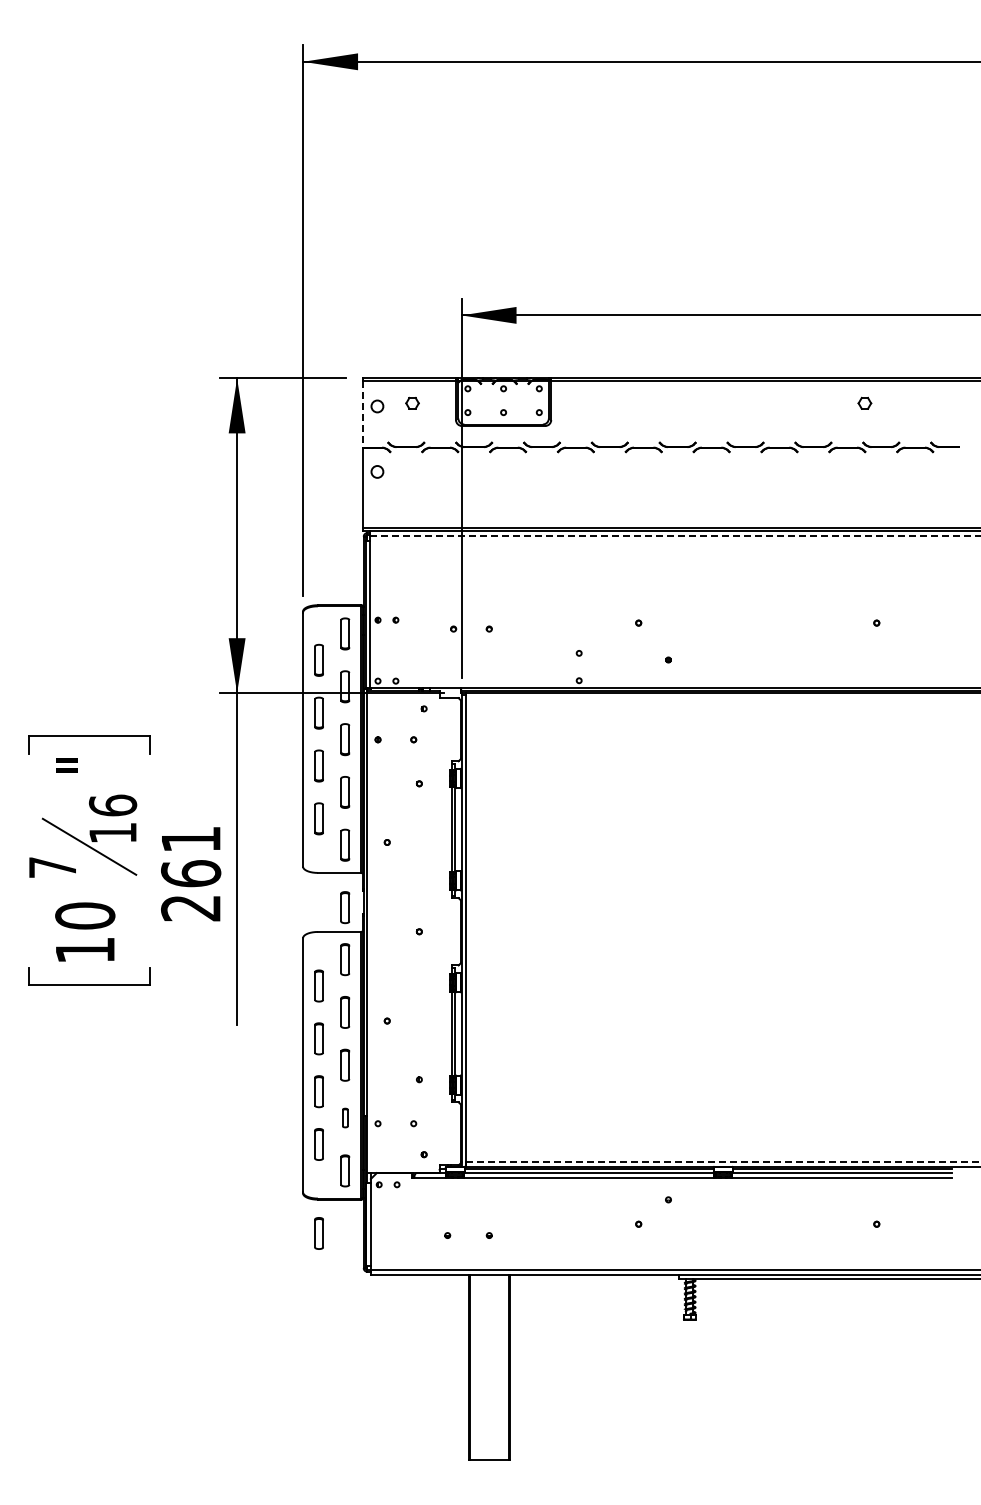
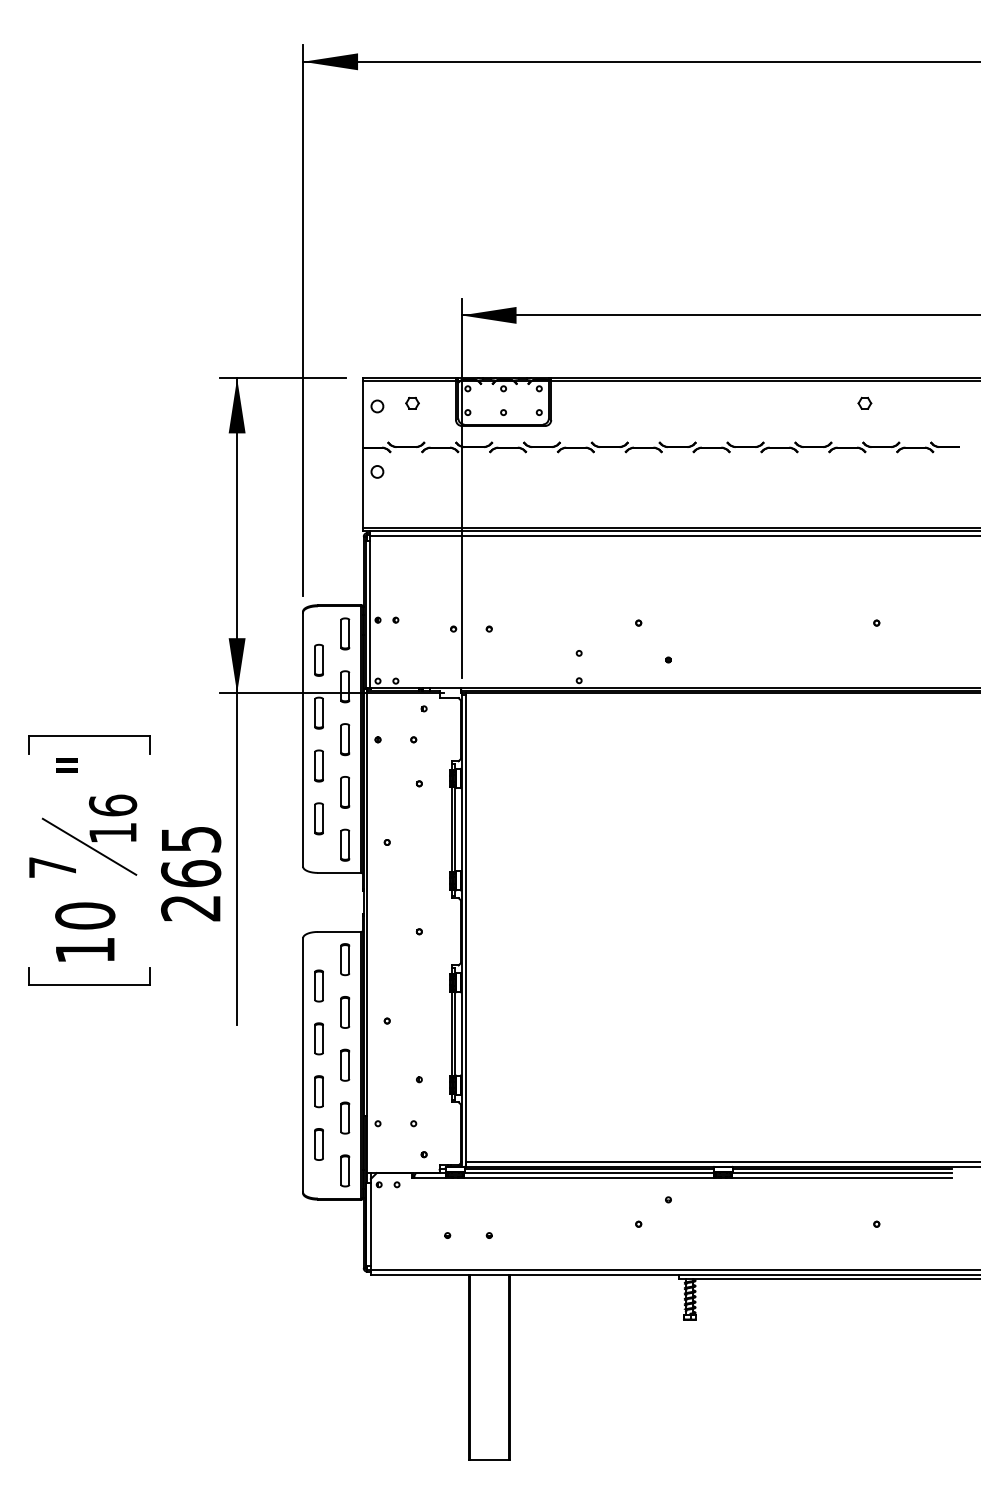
line at (363, 414): dashed -> solid
line at (675, 535): dashed -> solid
text at (191, 839): 261 -> 265
part at (345, 907): present -> none
part at (345, 1117) size: 7x22 px -> 11x34 px
line at (723, 1162): dashed -> solid
part at (318, 1233): present -> none
